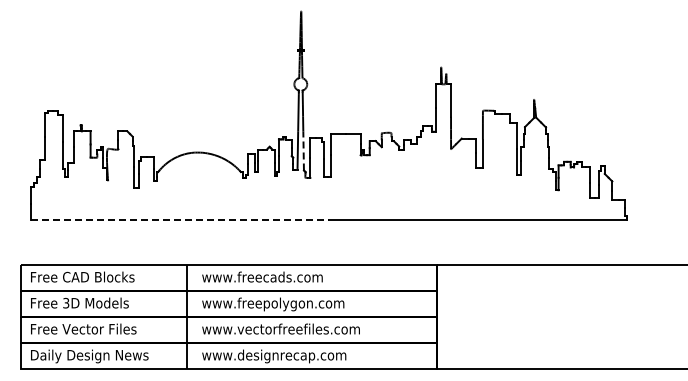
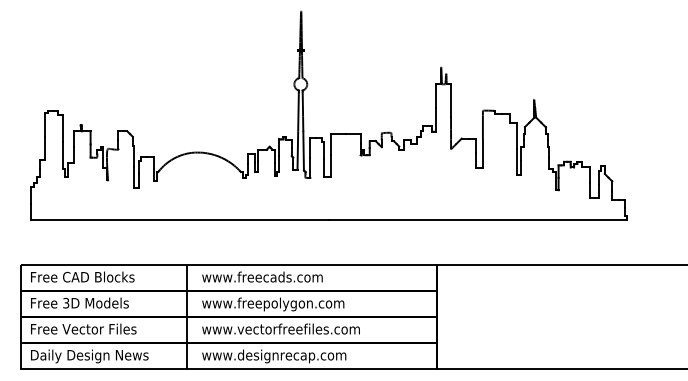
line at (303, 150): dashed -> solid
line at (180, 219): dashed -> solid
